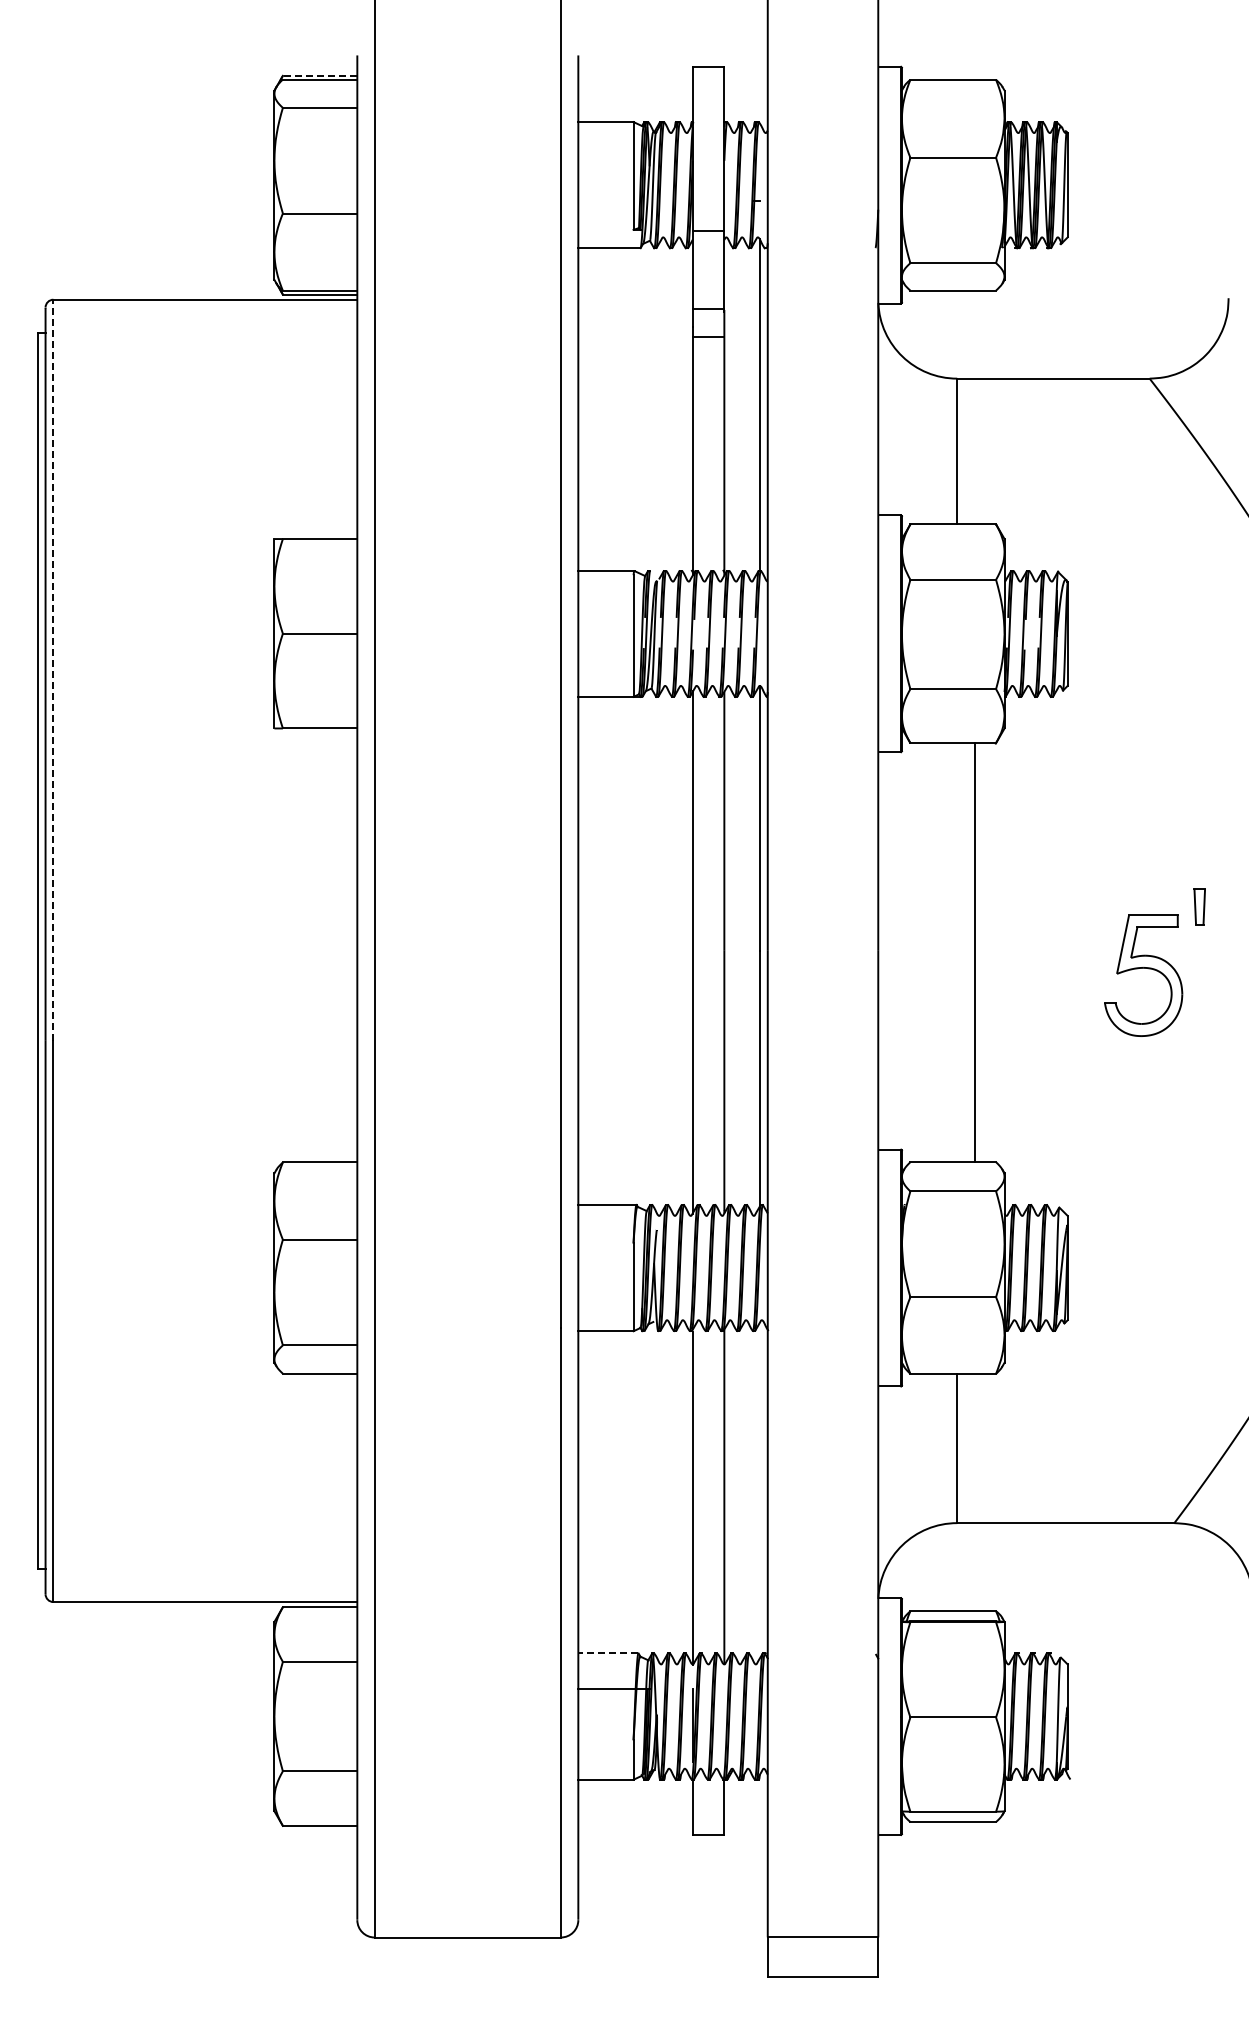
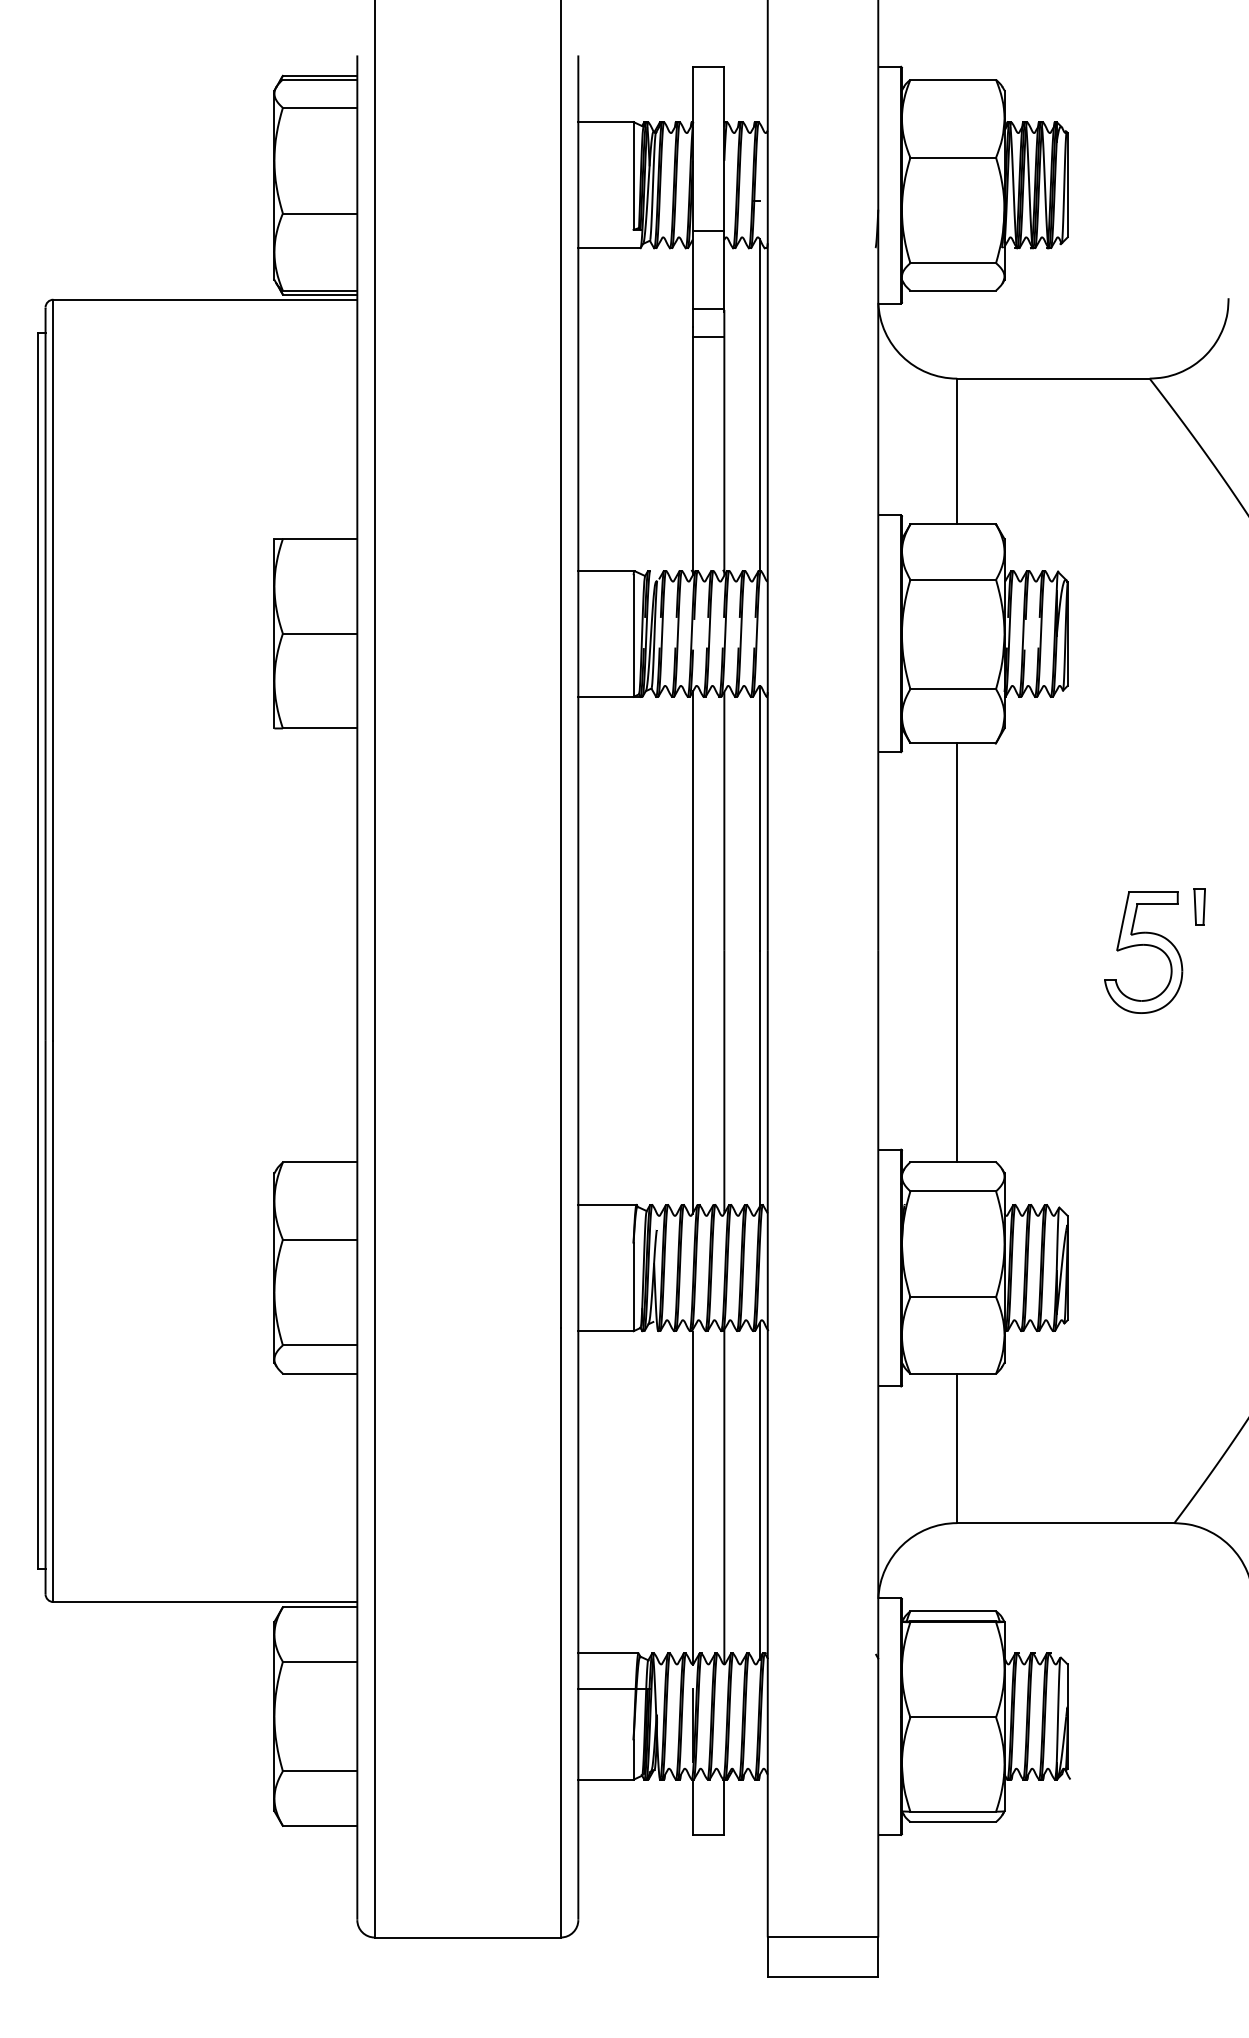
line at (319, 75): dashed -> solid
line at (53, 670): dashed -> solid
line at (975, 952) position: (975, 952) -> (957, 952)
part at (1143, 968) position: (1143, 968) -> (1143, 945)
line at (759, 1491): none -> present
line at (607, 1653): dashed -> solid
